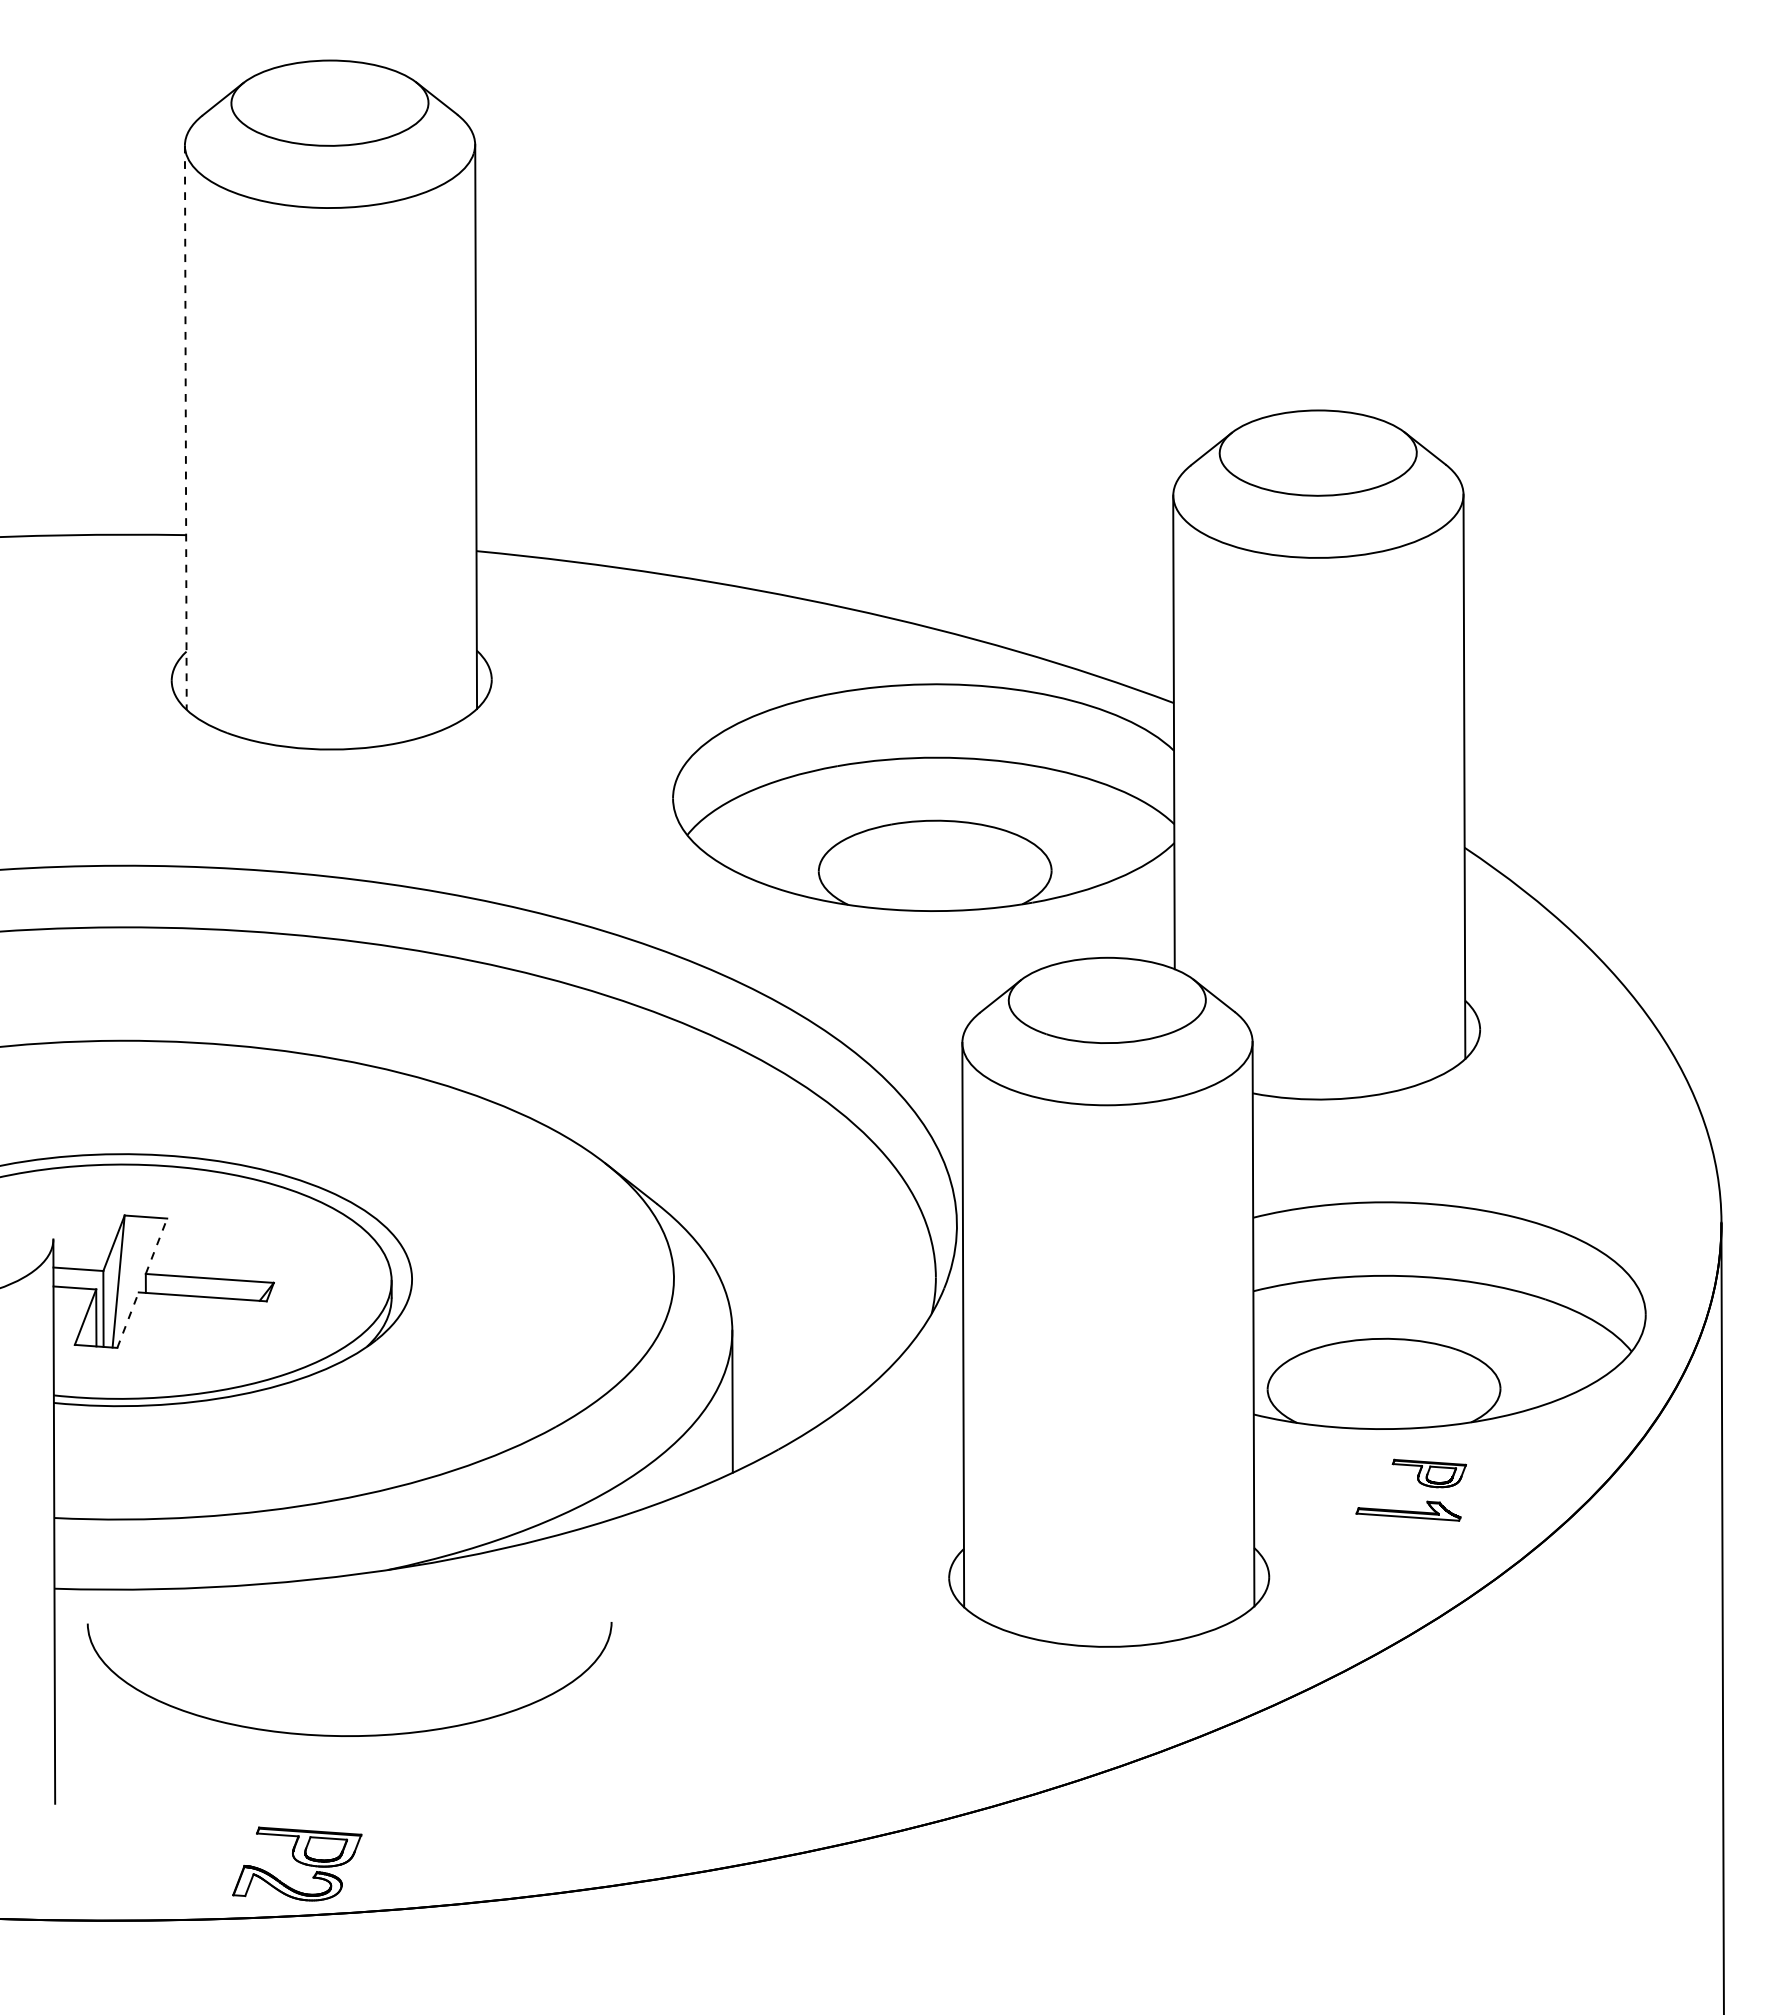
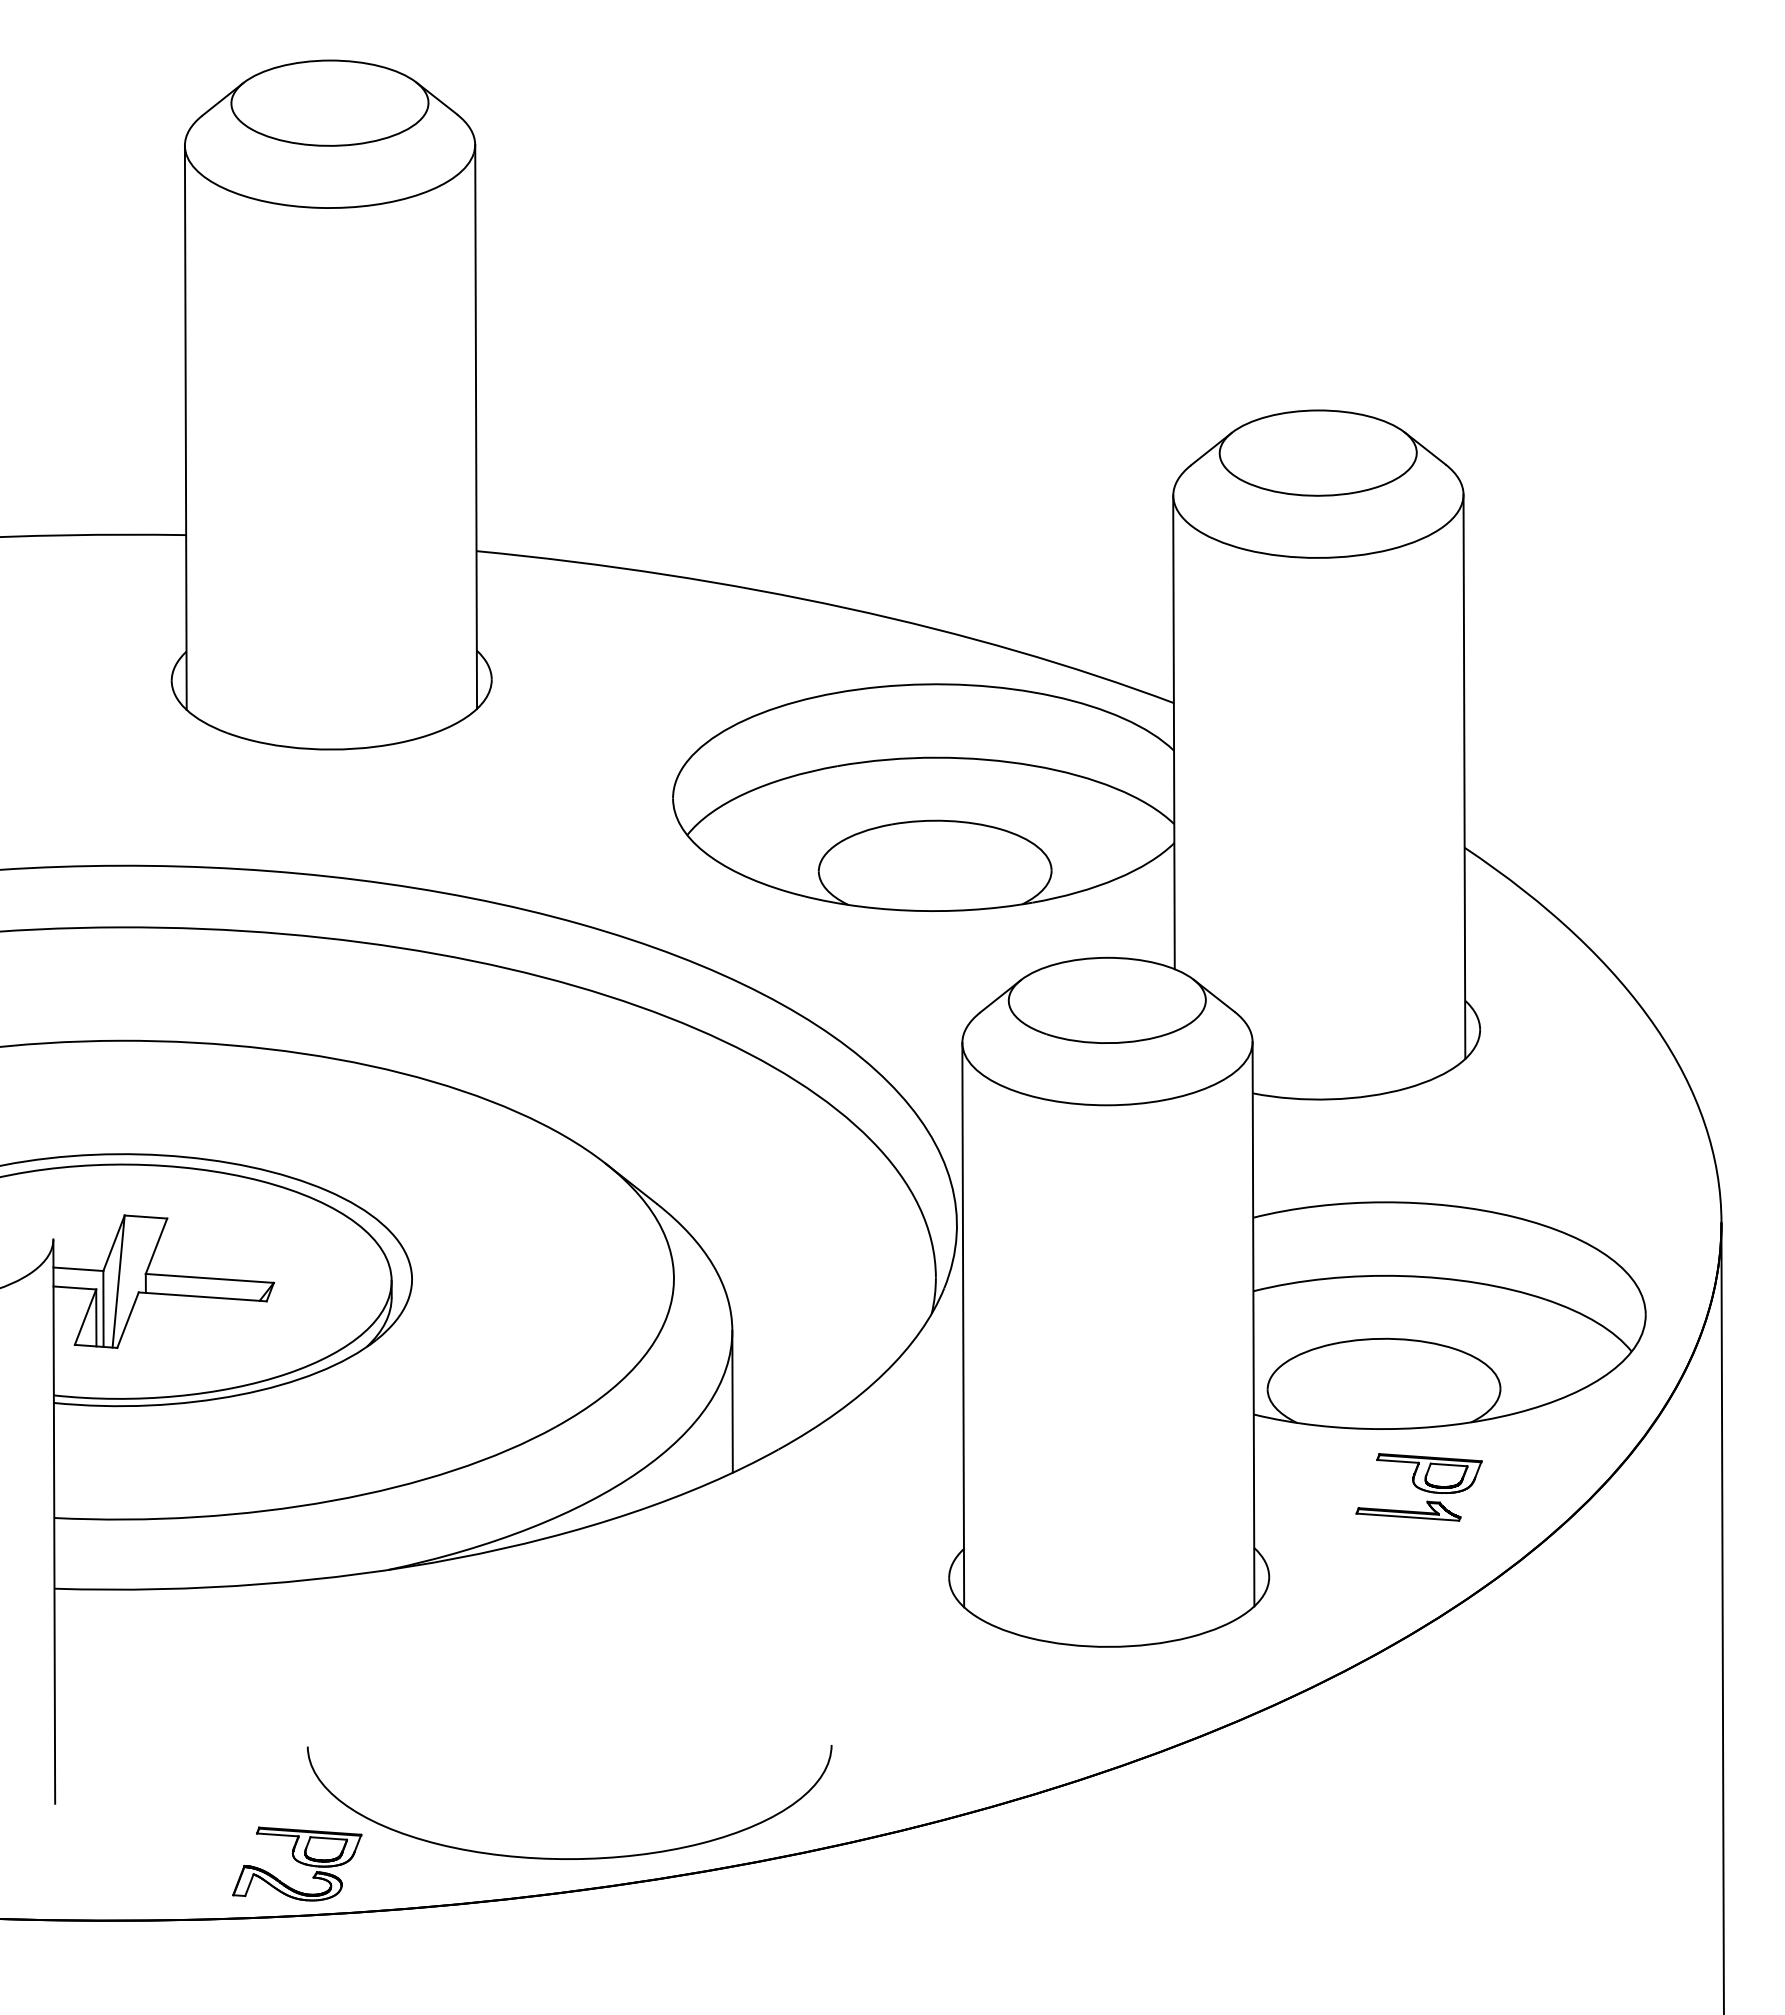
line at (185, 428): dashed -> solid
line at (156, 1246): dashed -> solid
line at (128, 1320): dashed -> solid
part at (1428, 1473) size: 76x31 px -> 107x41 px
curve at (349, 1735) position: (349, 1735) -> (569, 1858)
